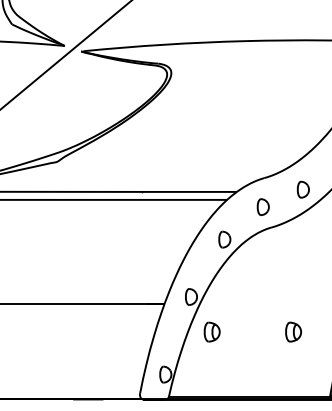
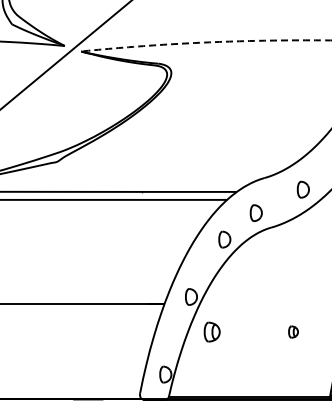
line at (207, 42): solid -> dashed
part at (262, 206) position: (262, 206) -> (255, 212)
part at (293, 331) size: 17x22 px -> 11x14 px
